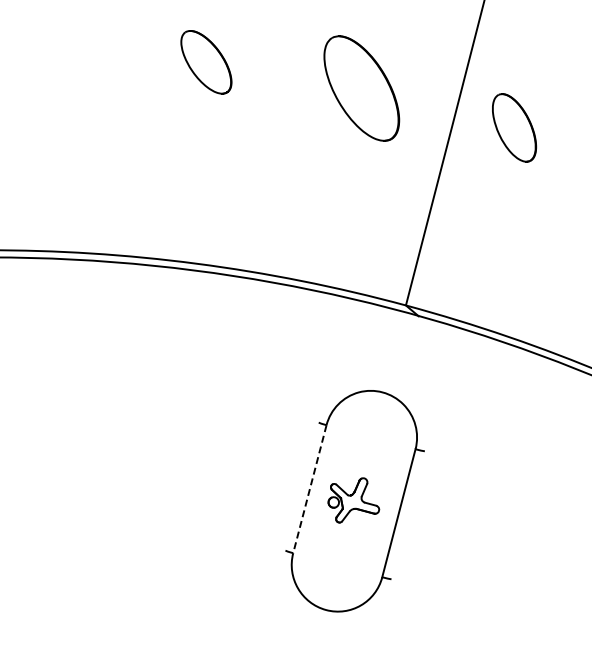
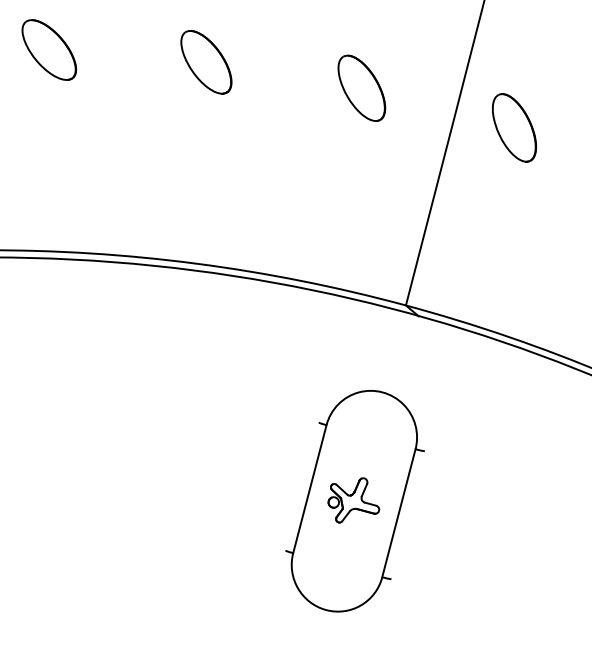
part at (49, 49): none -> present
part at (361, 88) size: 78x107 px -> 50x68 px
line at (309, 489): dashed -> solid
